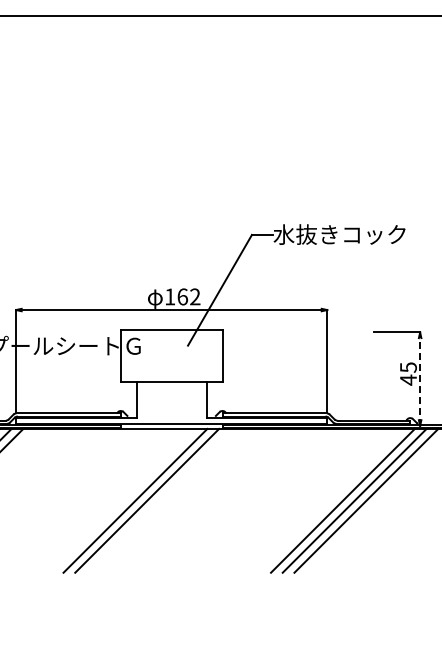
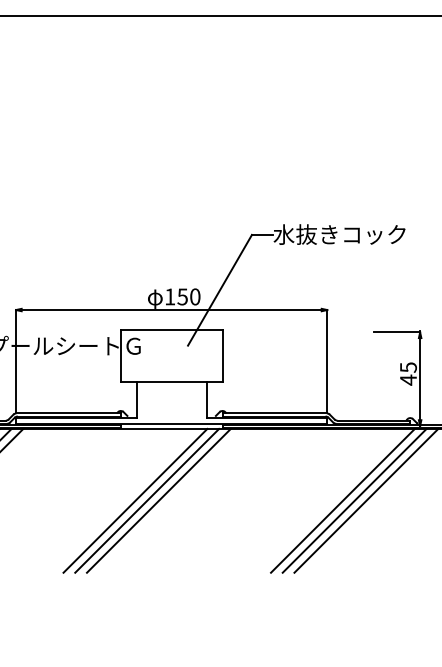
text at (188, 296): 162 -> 150
line at (420, 378): dashed -> solid
line at (158, 500): none -> present
